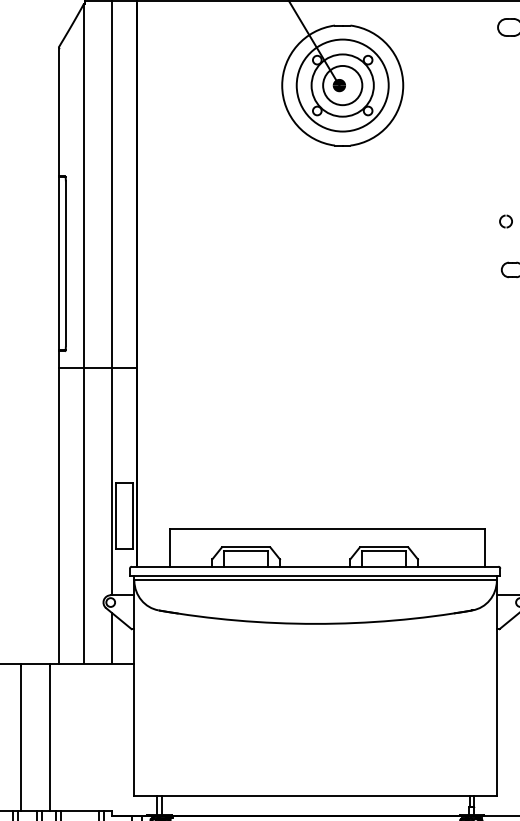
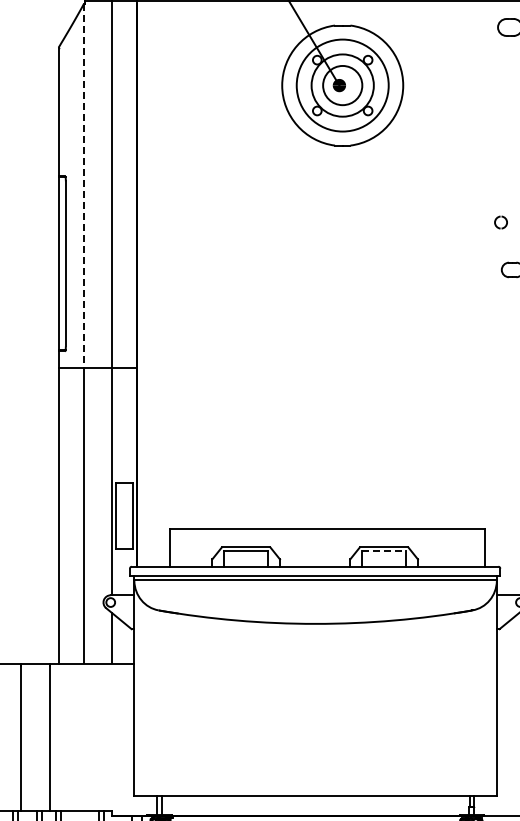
line at (83, 186): solid -> dashed
part at (505, 221) position: (505, 221) -> (500, 222)
line at (384, 551): solid -> dashed
